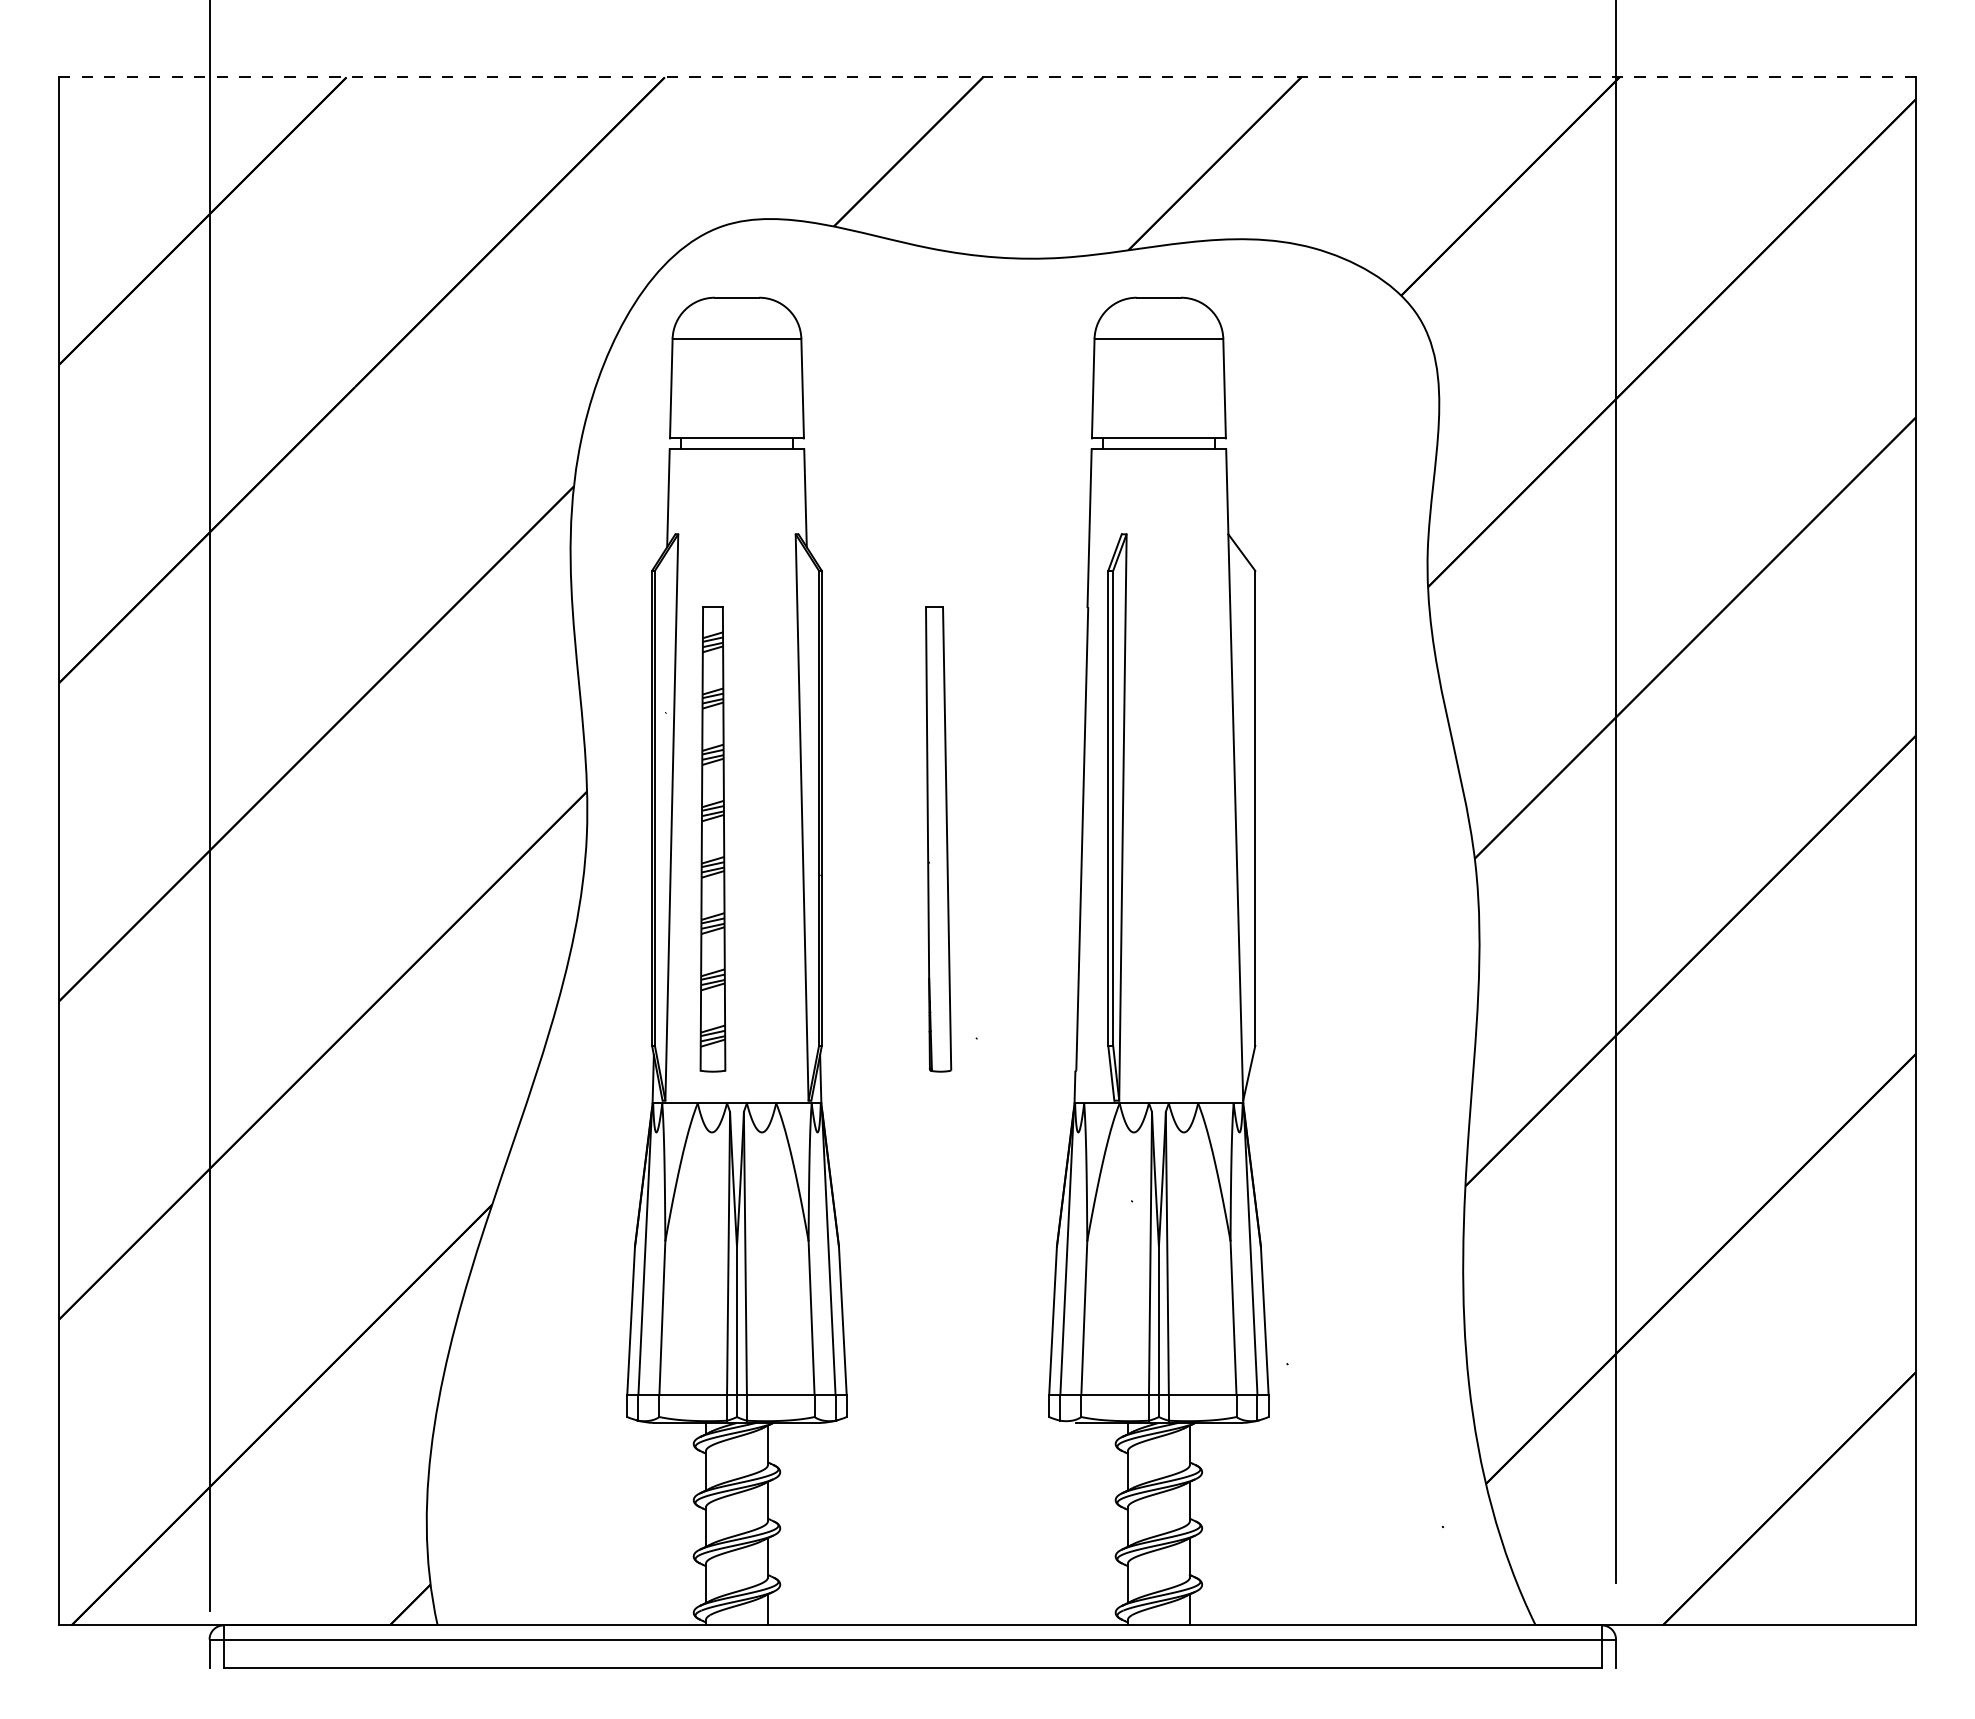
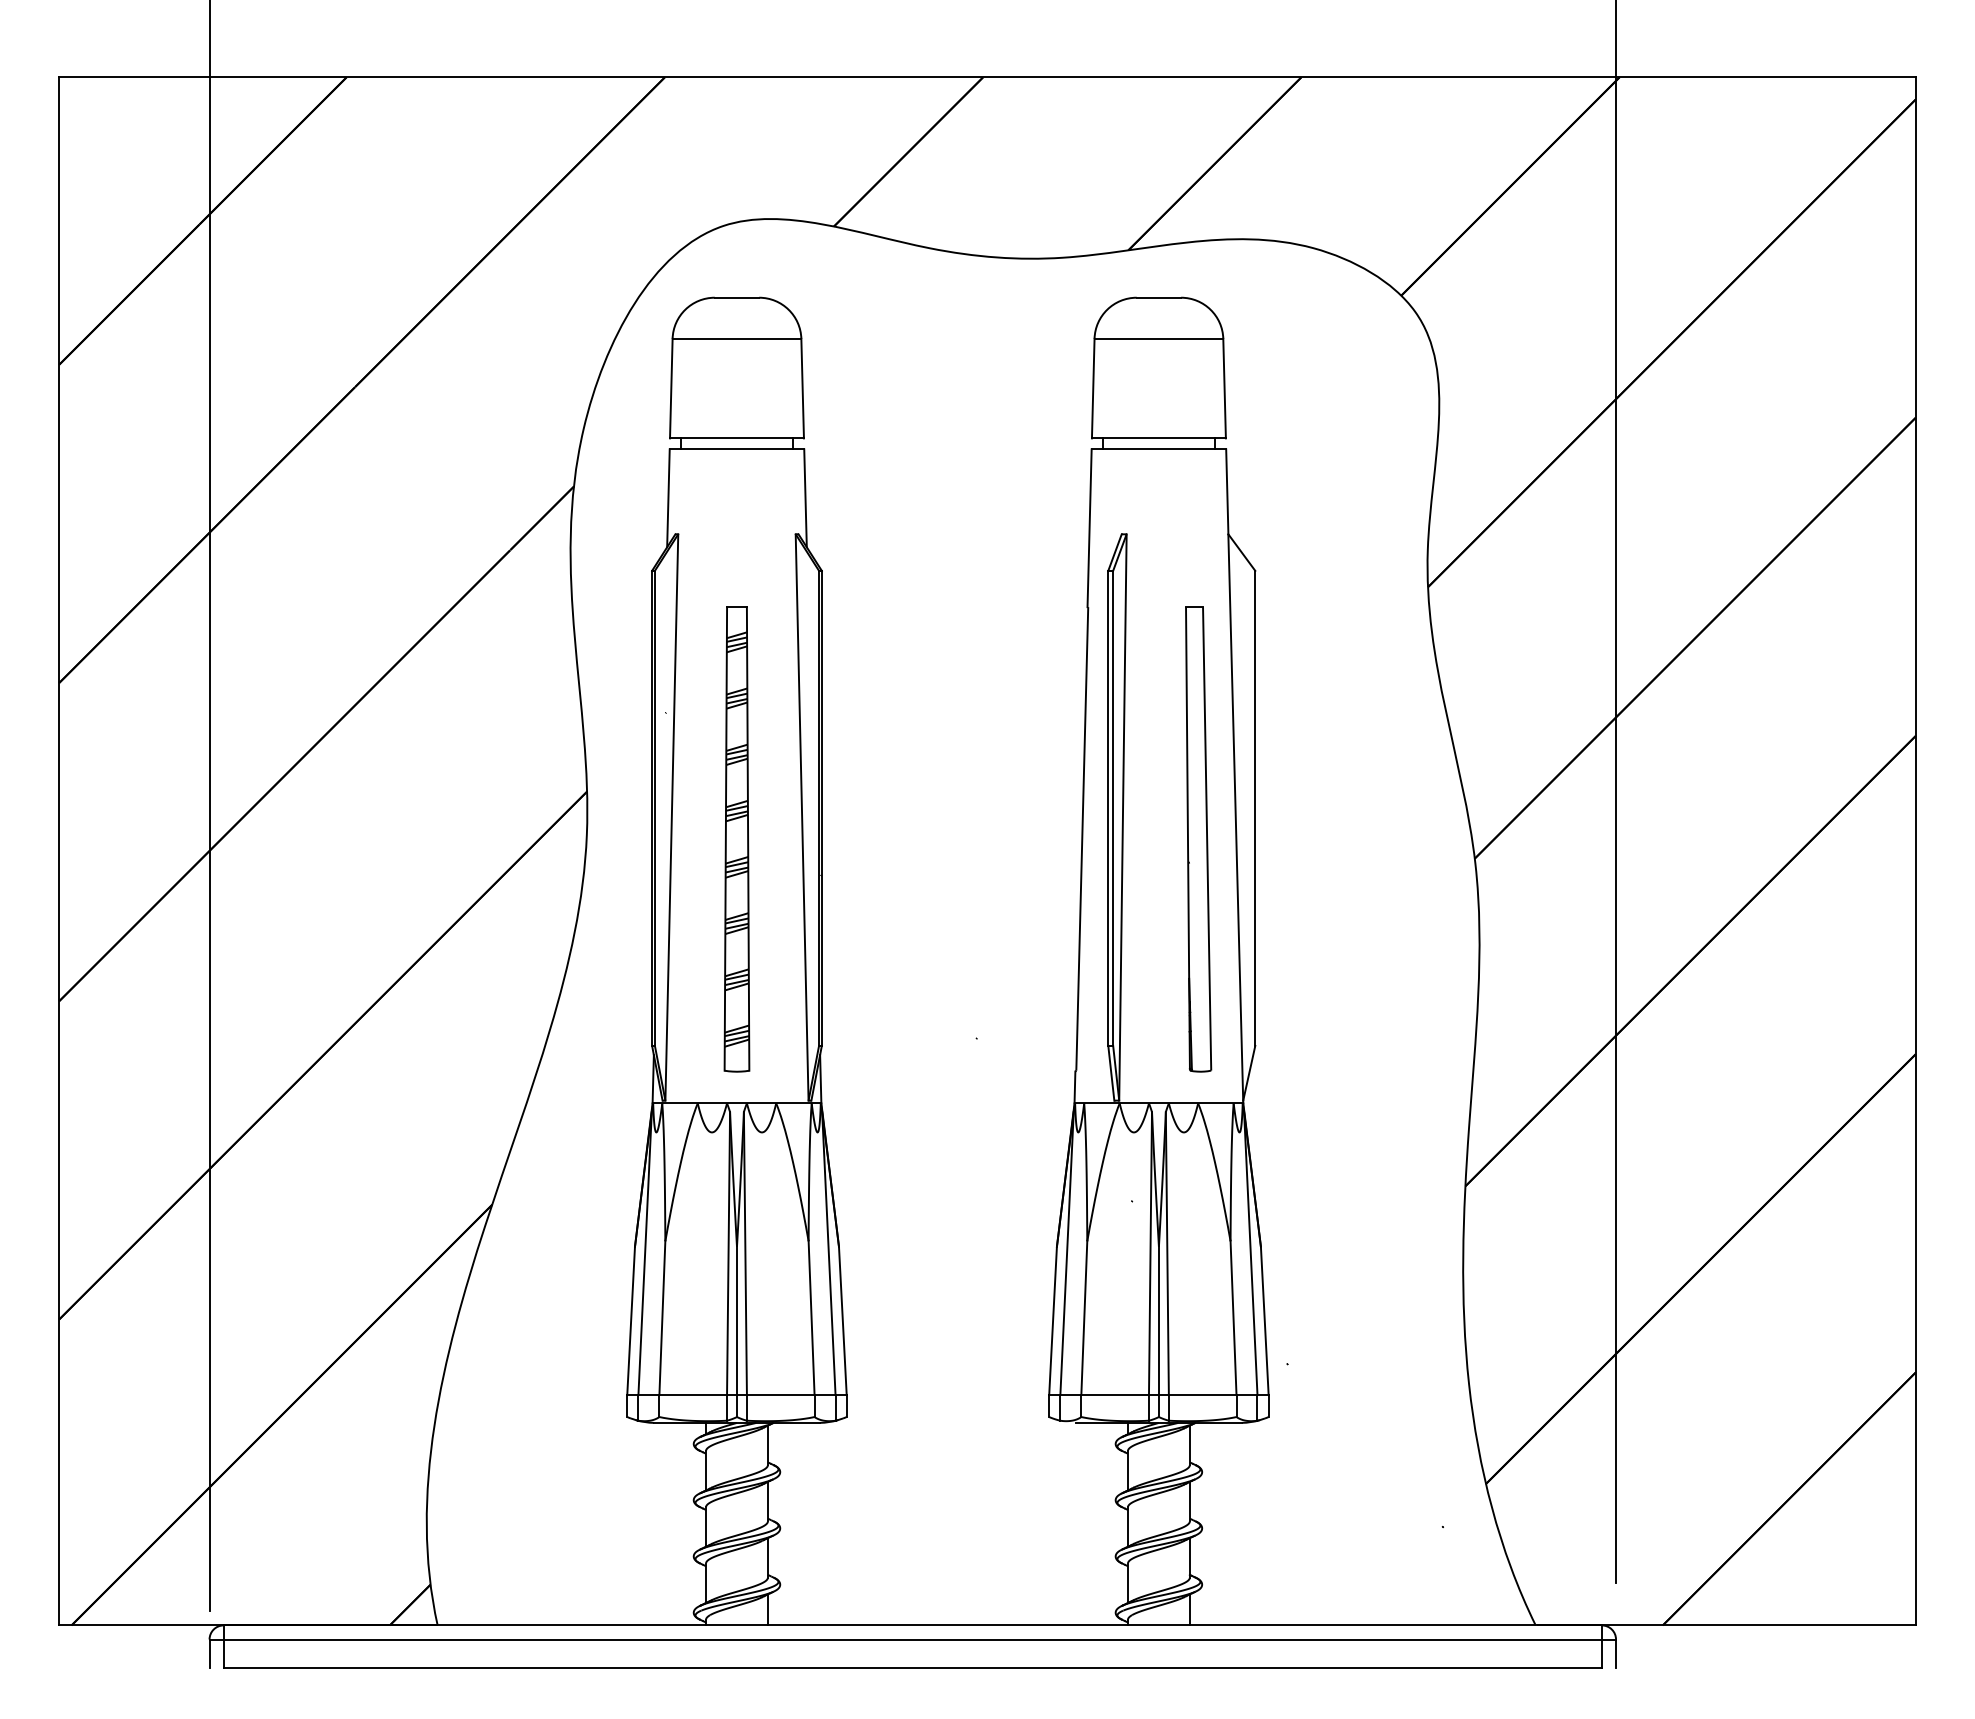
line at (987, 77): dashed -> solid
part at (712, 839) position: (712, 839) -> (736, 839)
part at (938, 839) position: (938, 839) -> (1198, 839)
